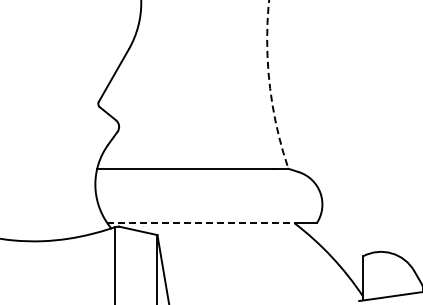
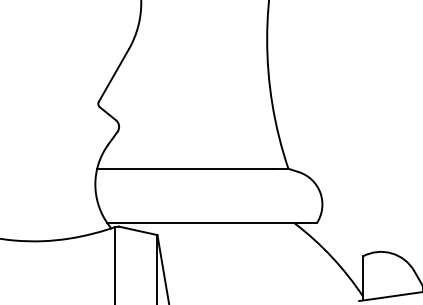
arc at (269, 85): dashed -> solid
line at (203, 223): dashed -> solid
